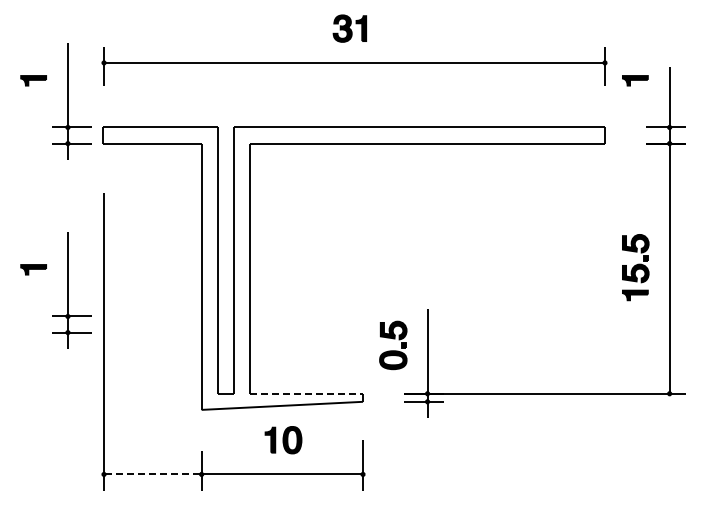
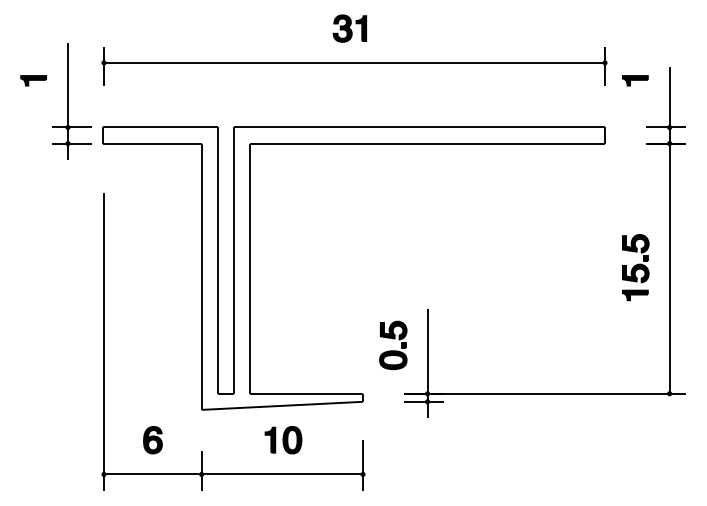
part at (67, 290): present -> none
line at (307, 393): dashed -> solid
part at (152, 440): none -> present
line at (153, 474): dashed -> solid
